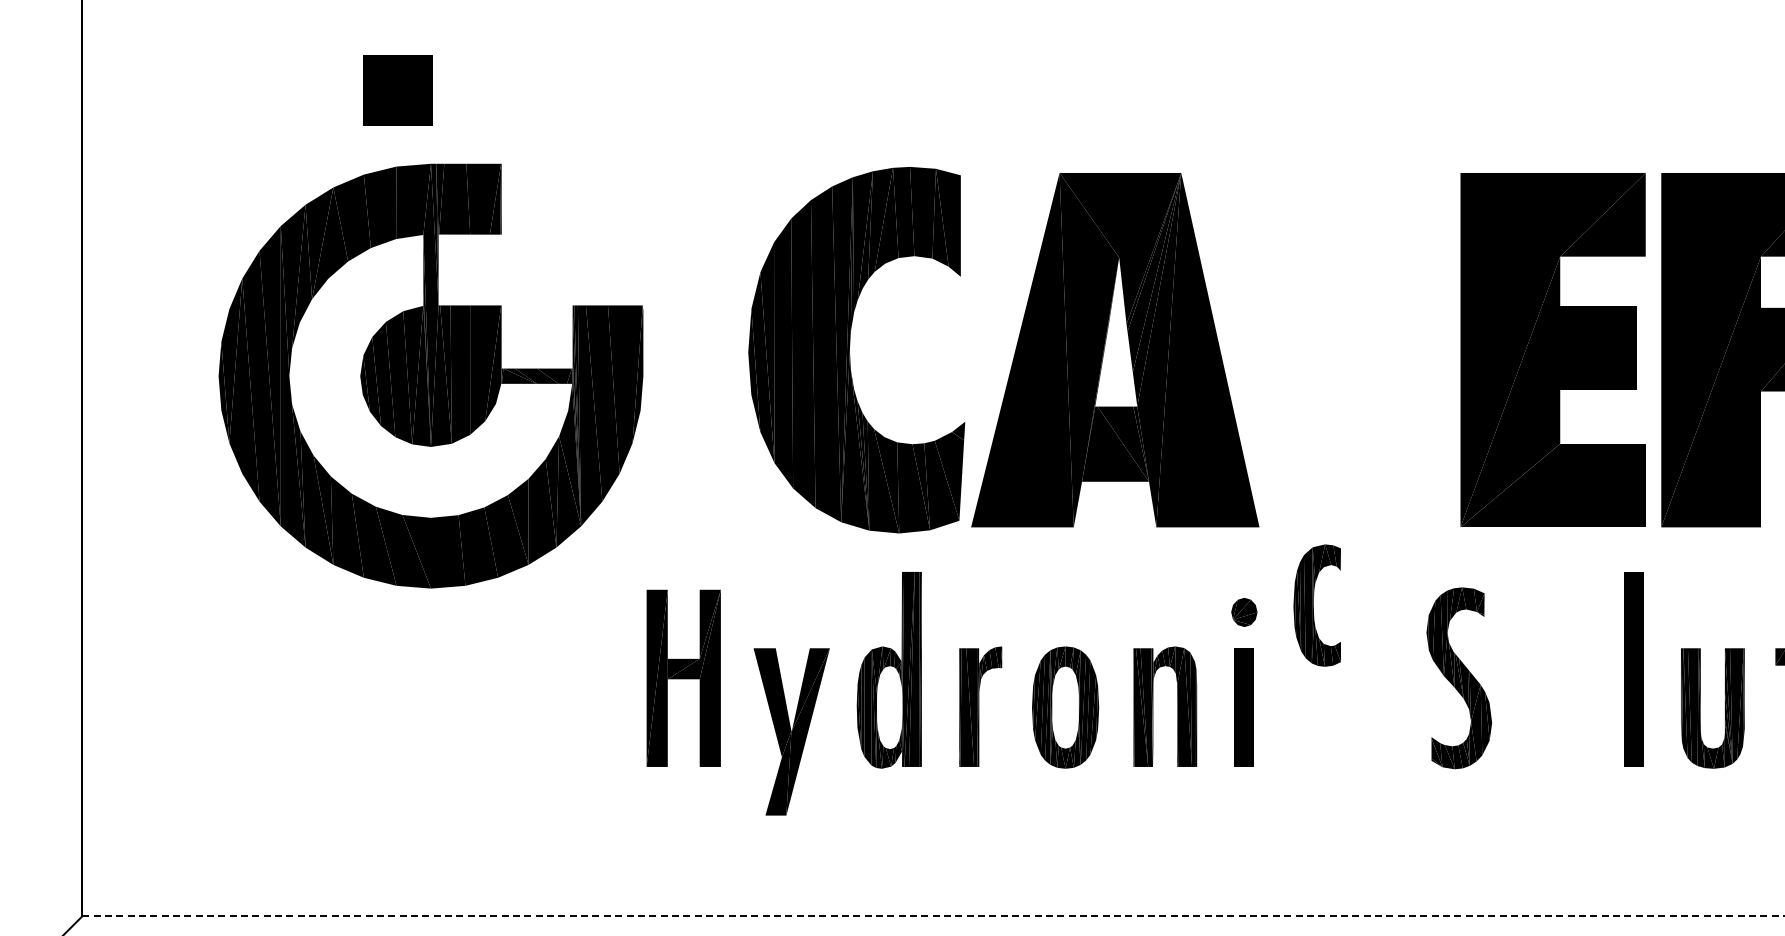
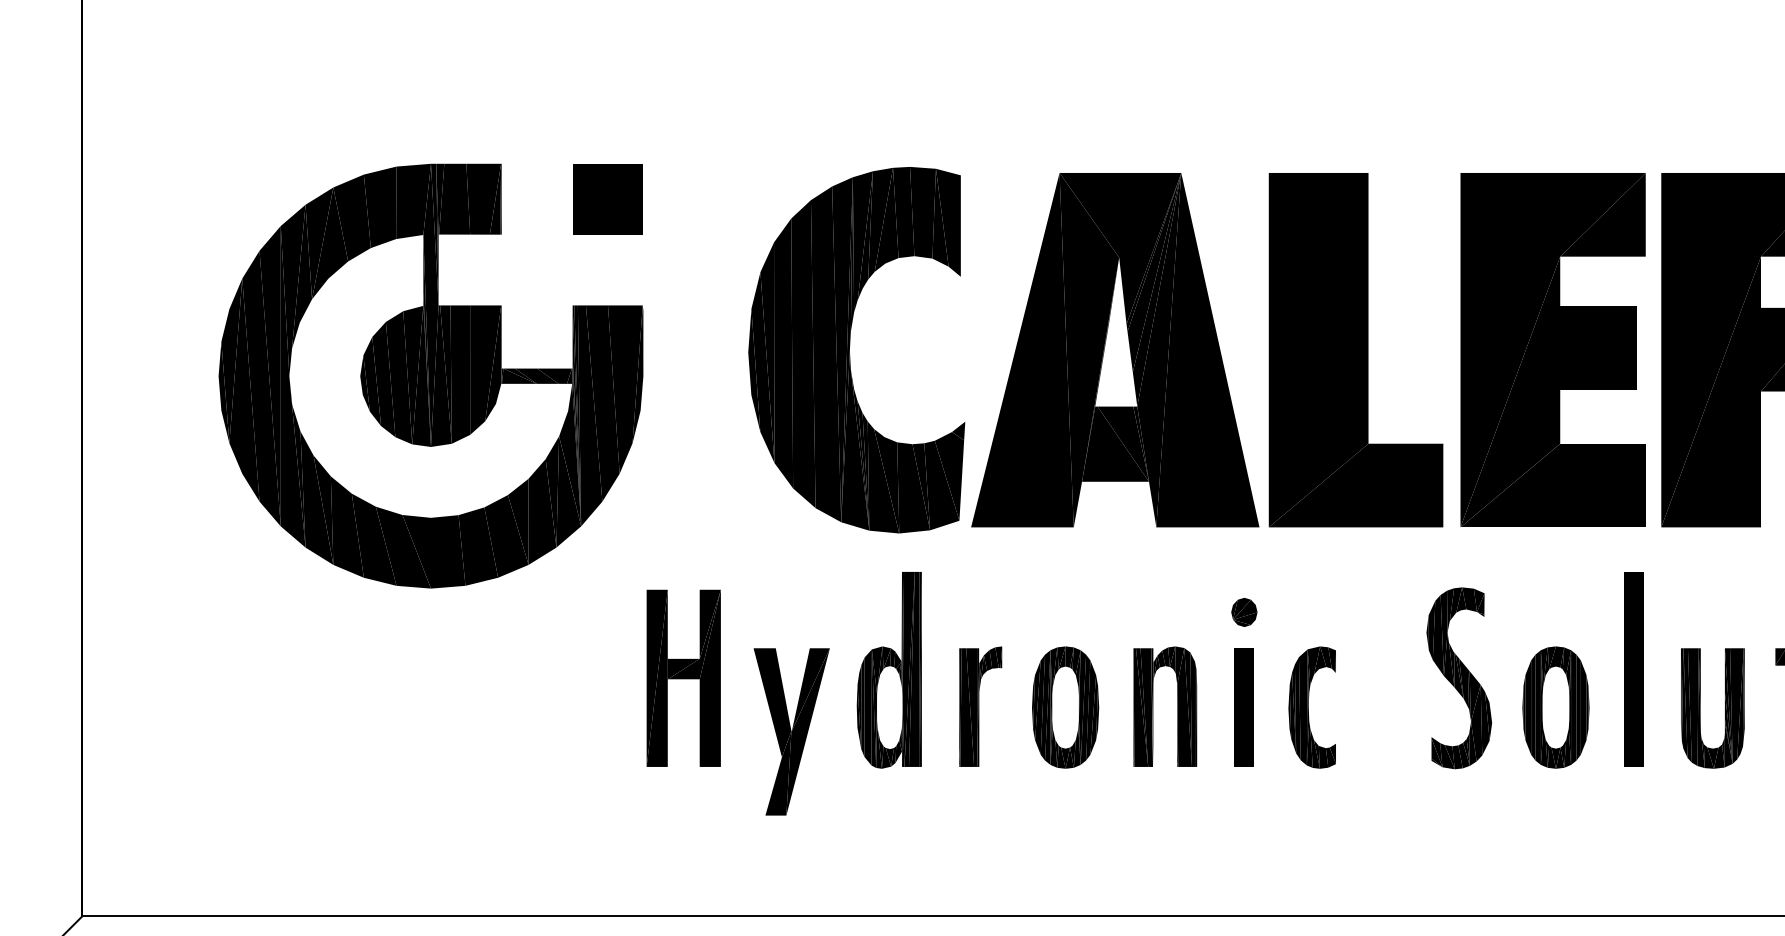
part at (397, 90) position: (397, 90) -> (607, 199)
part at (1355, 350): none -> present
part at (1316, 605) position: (1316, 605) -> (1311, 707)
part at (1555, 707): none -> present
line at (933, 916): dashed -> solid
